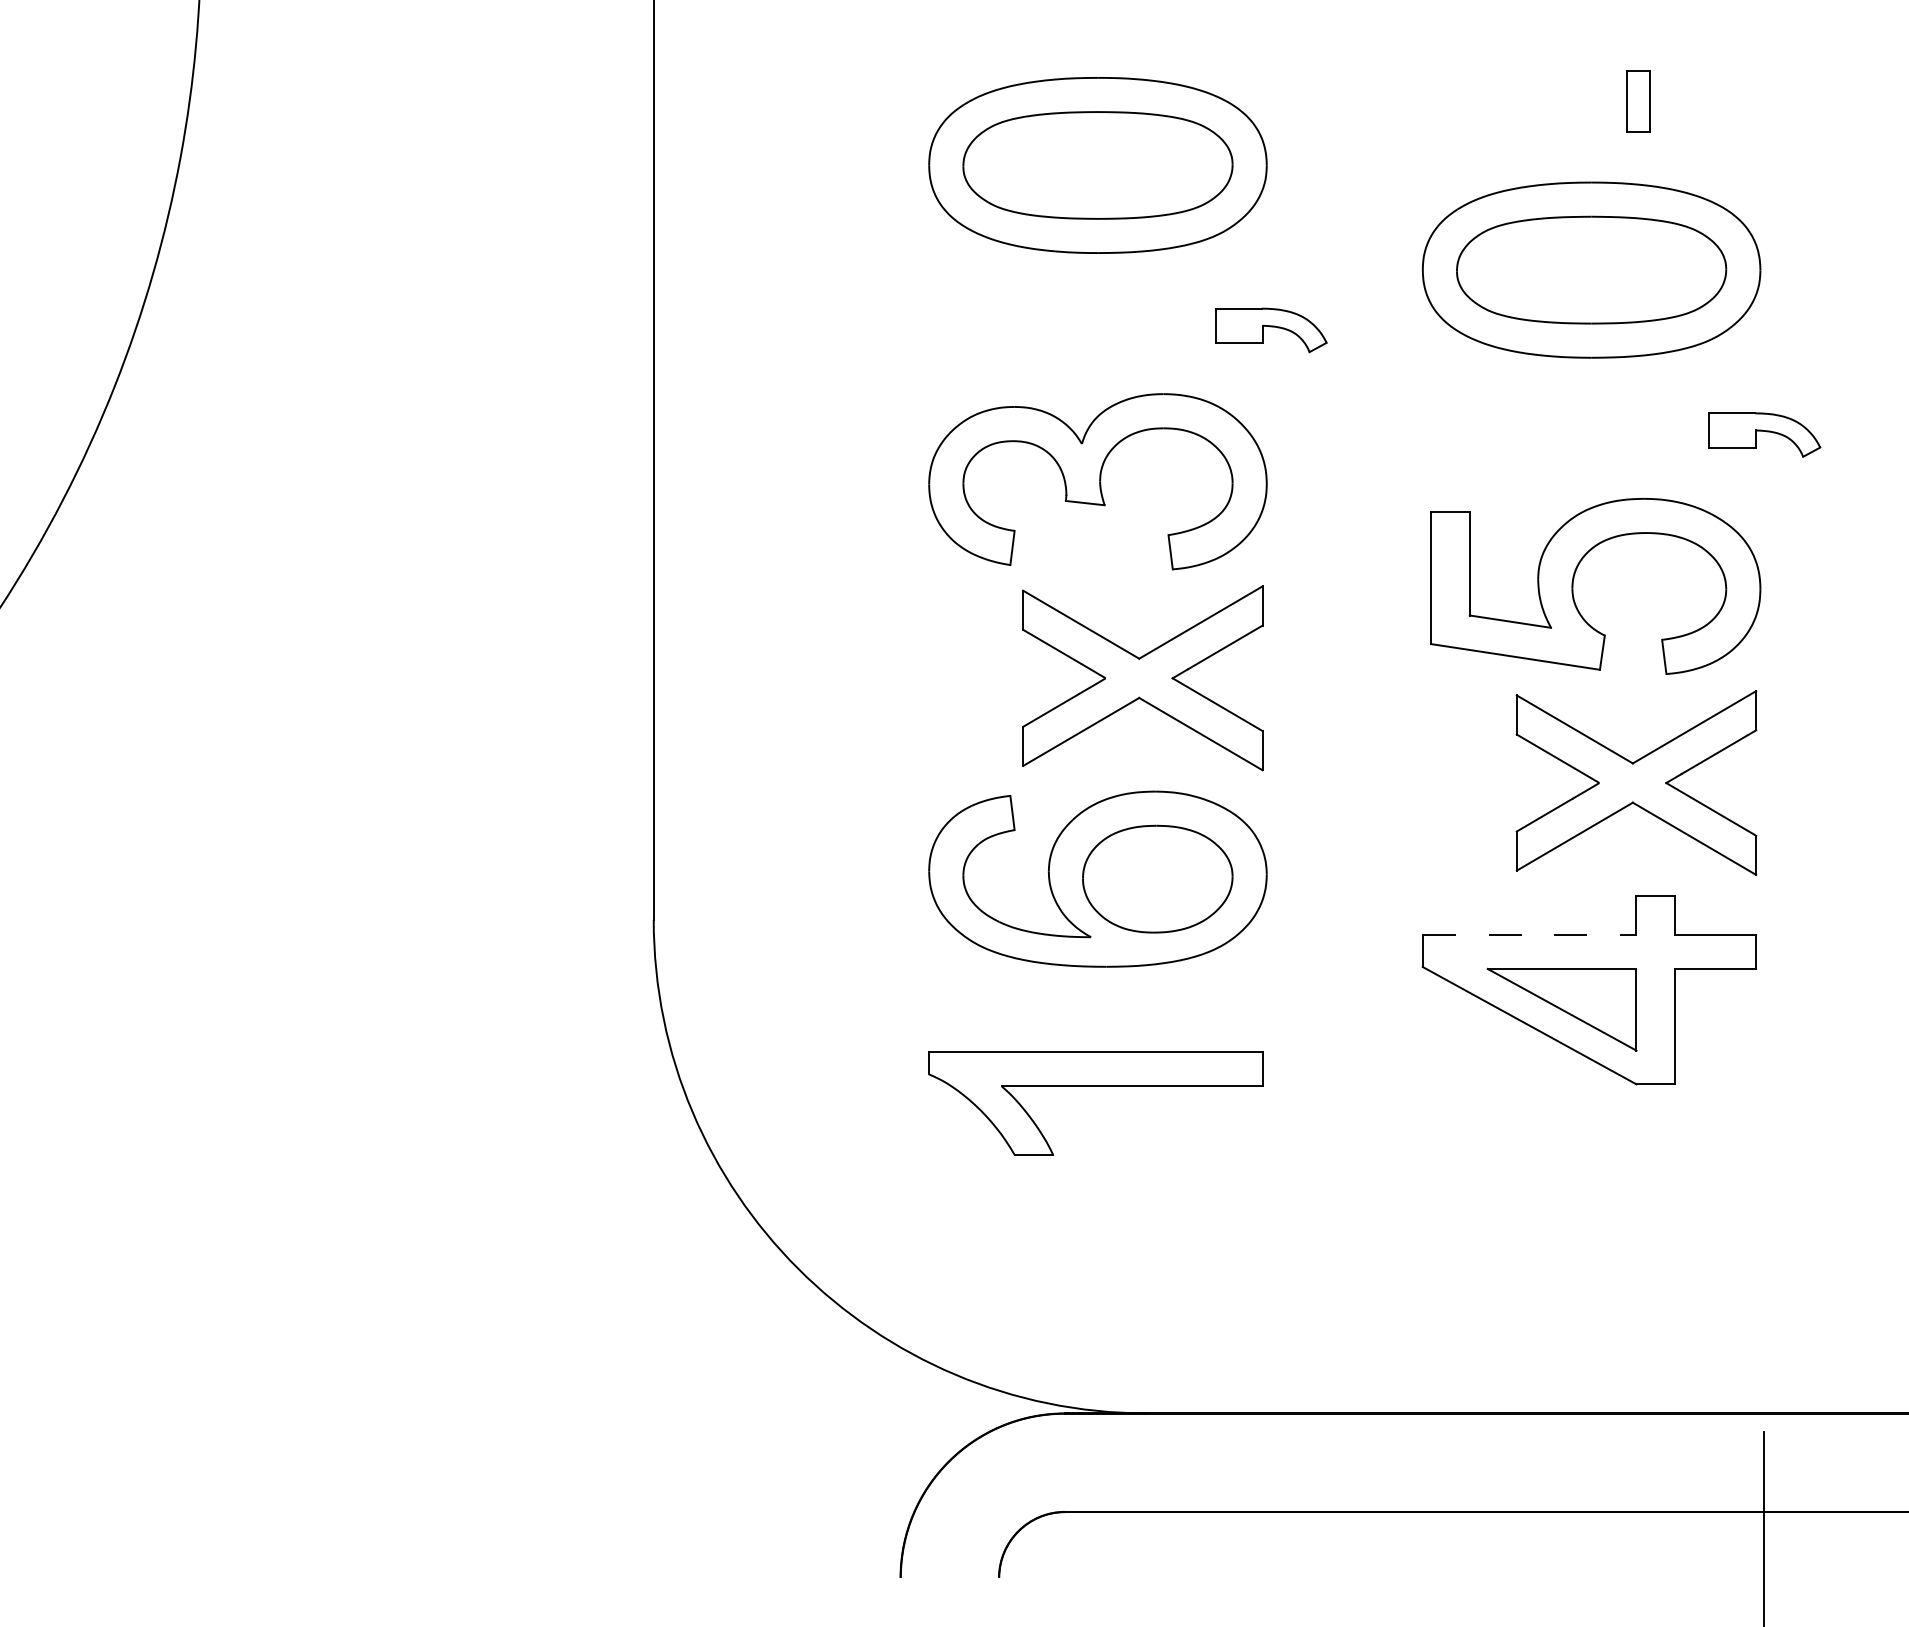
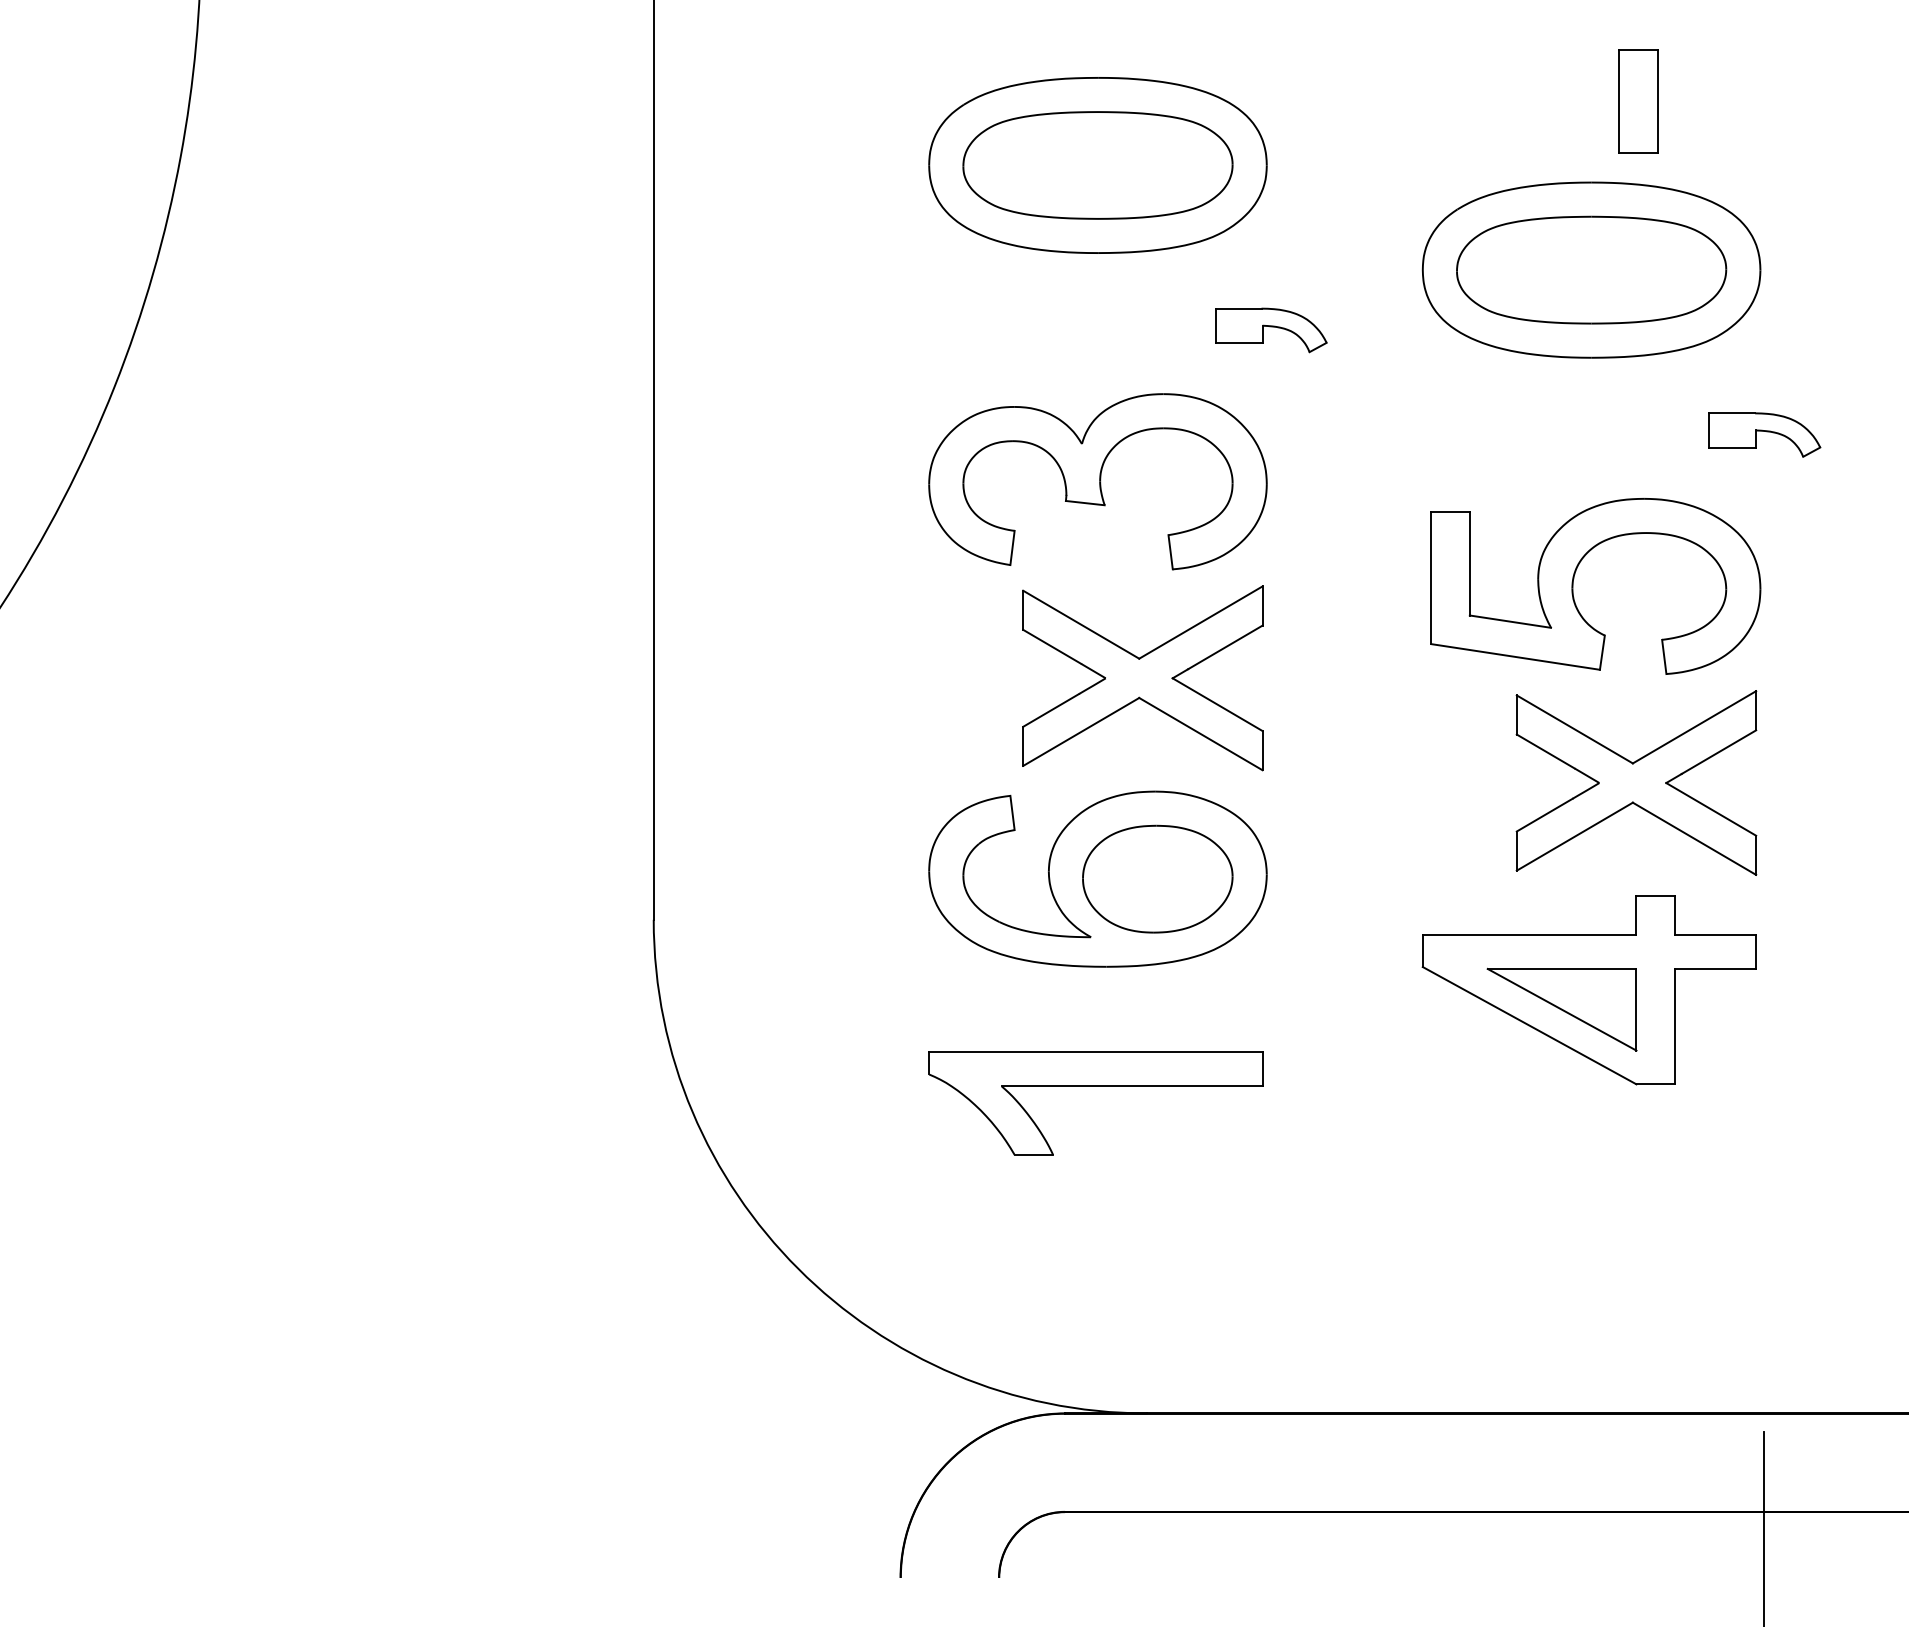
part at (1638, 101) size: 25x63 px -> 41x105 px
line at (1529, 934): dashed -> solid
